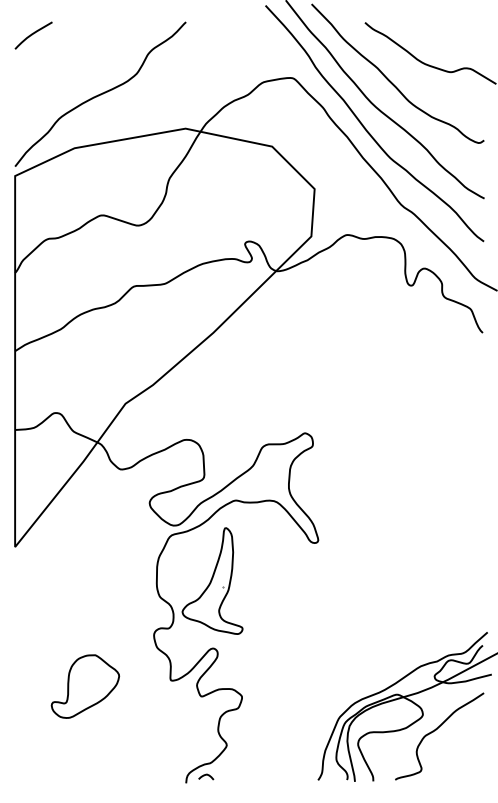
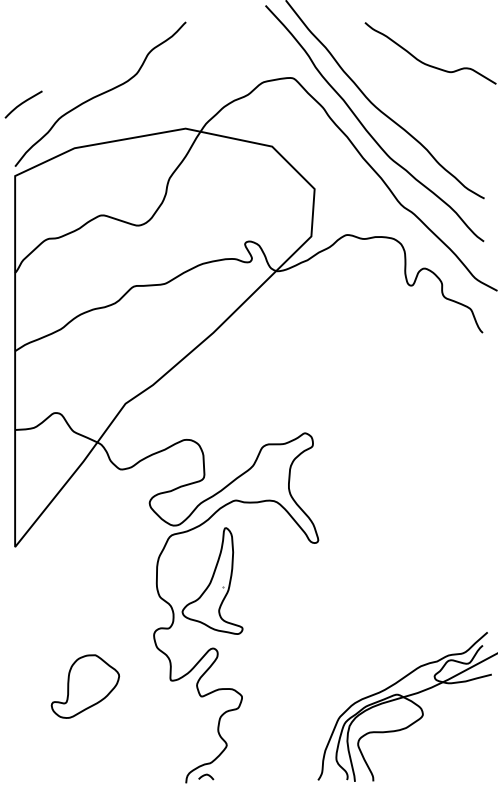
curve at (33, 34) position: (33, 34) -> (23, 103)
curve at (390, 80): present -> none
curve at (436, 730): present -> none
